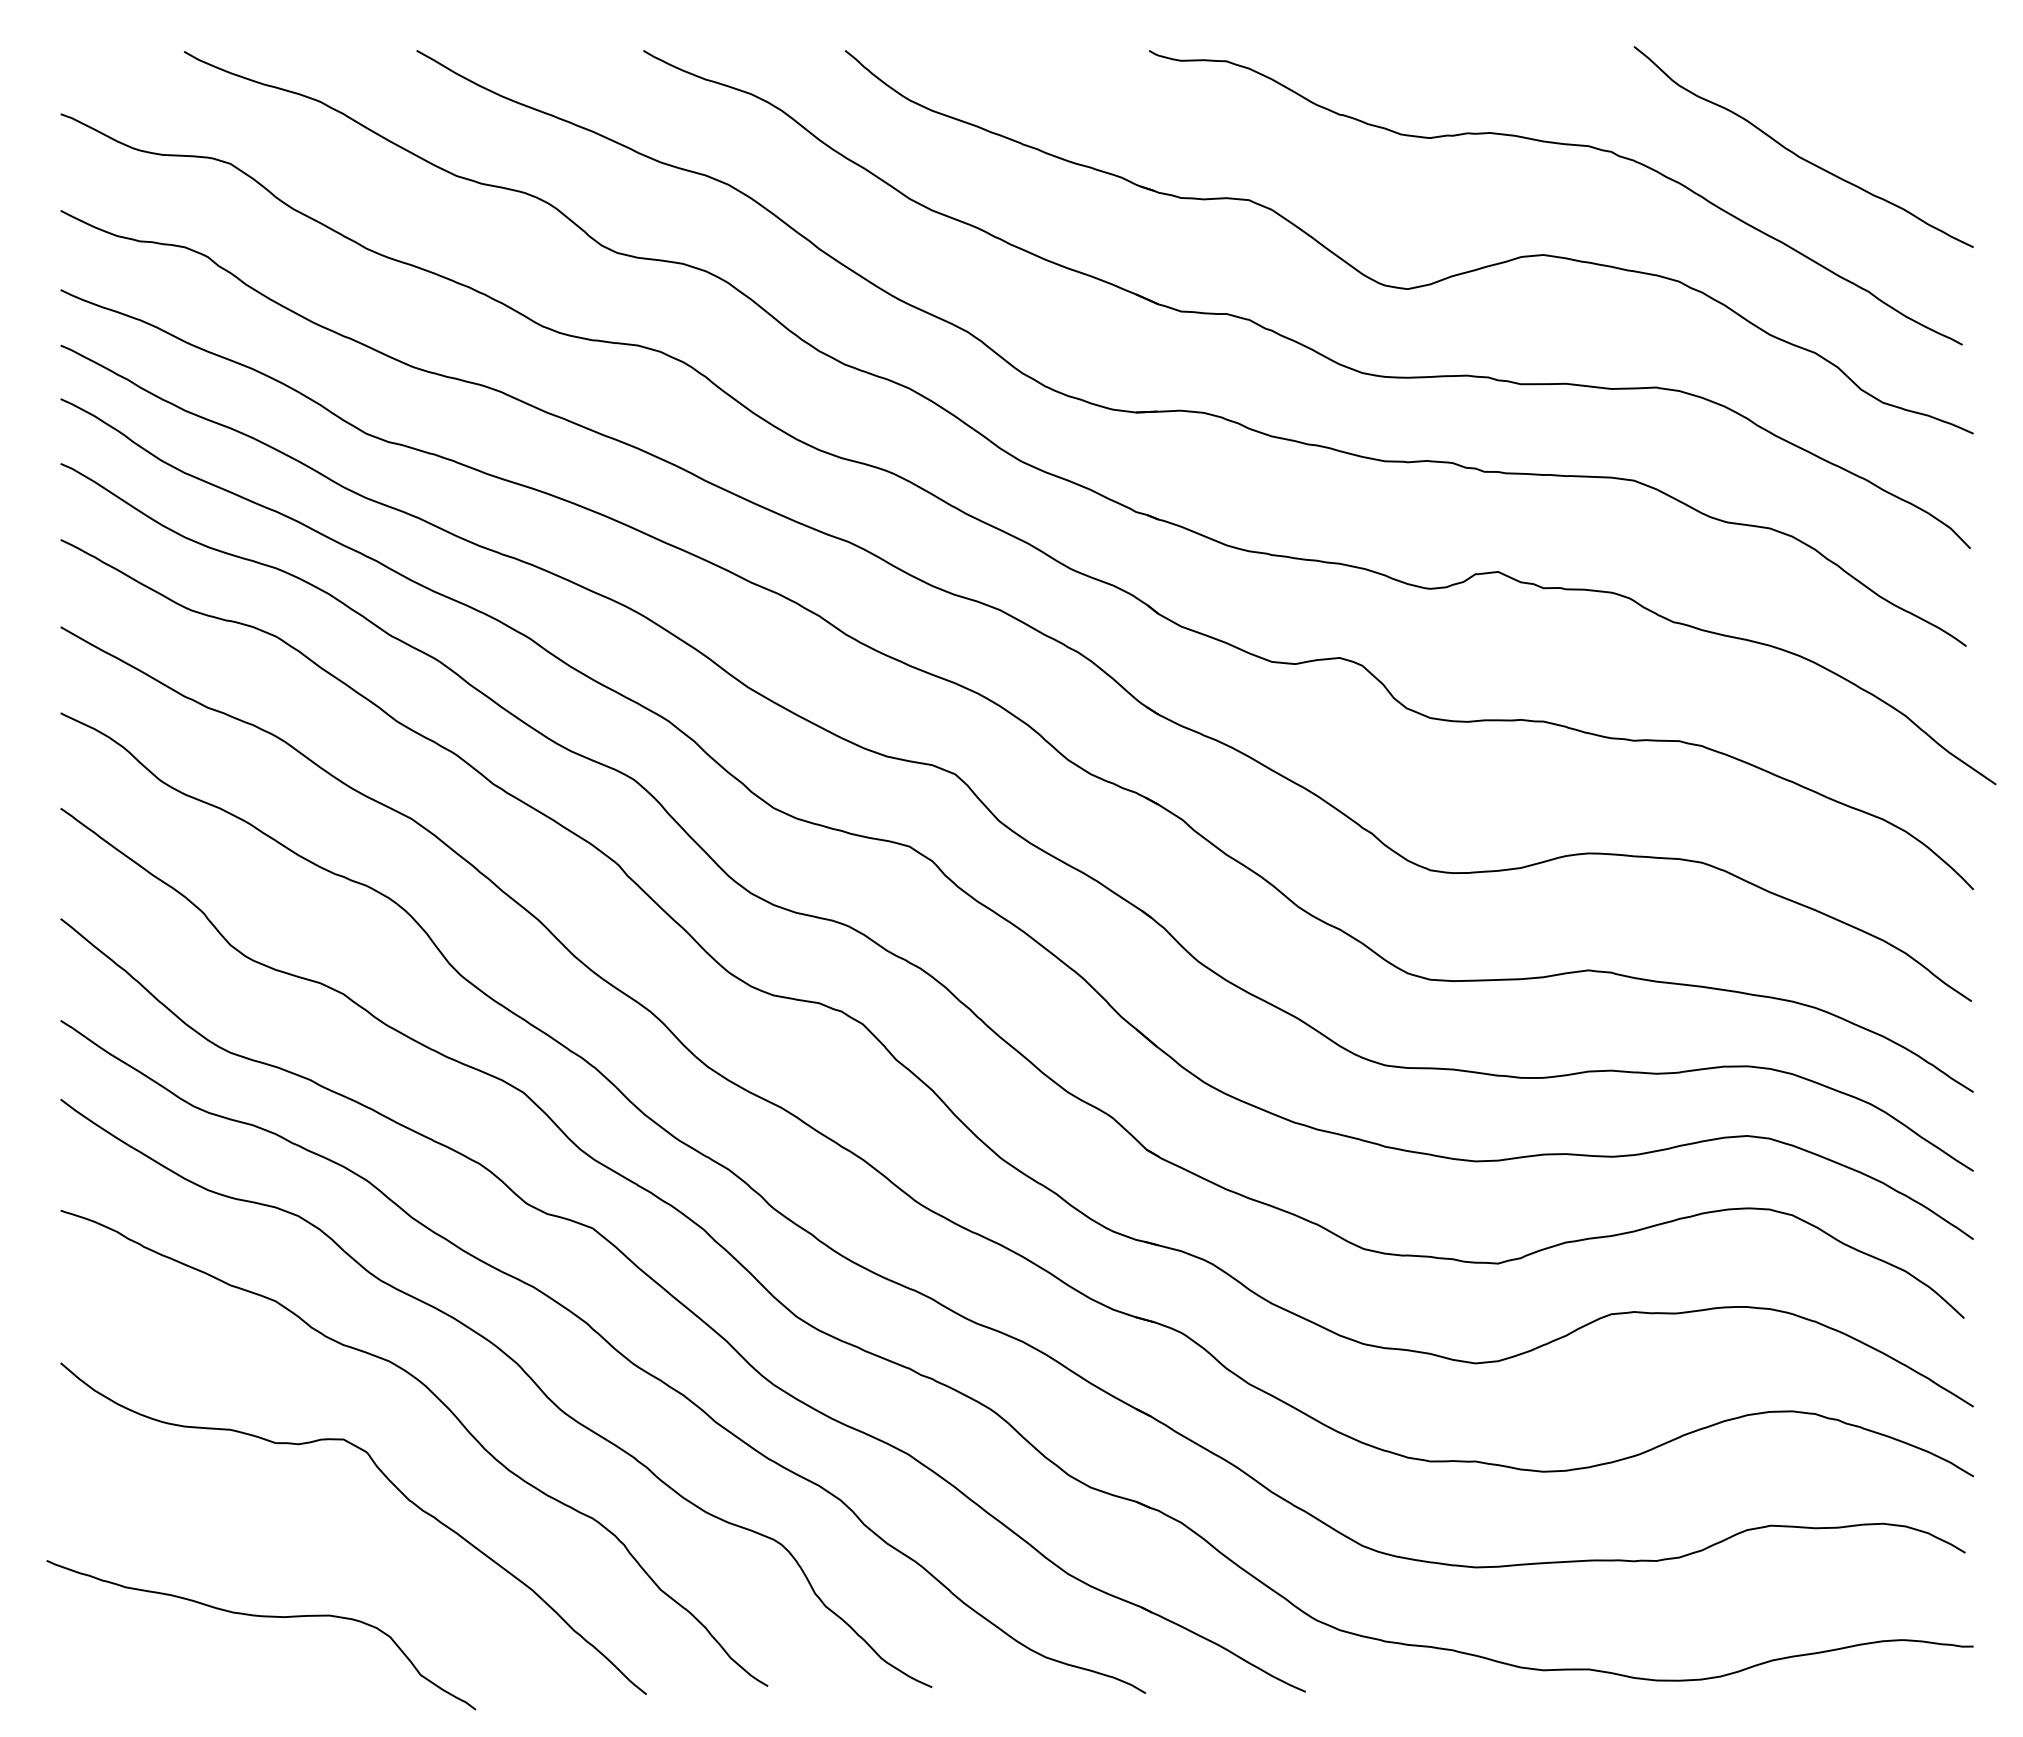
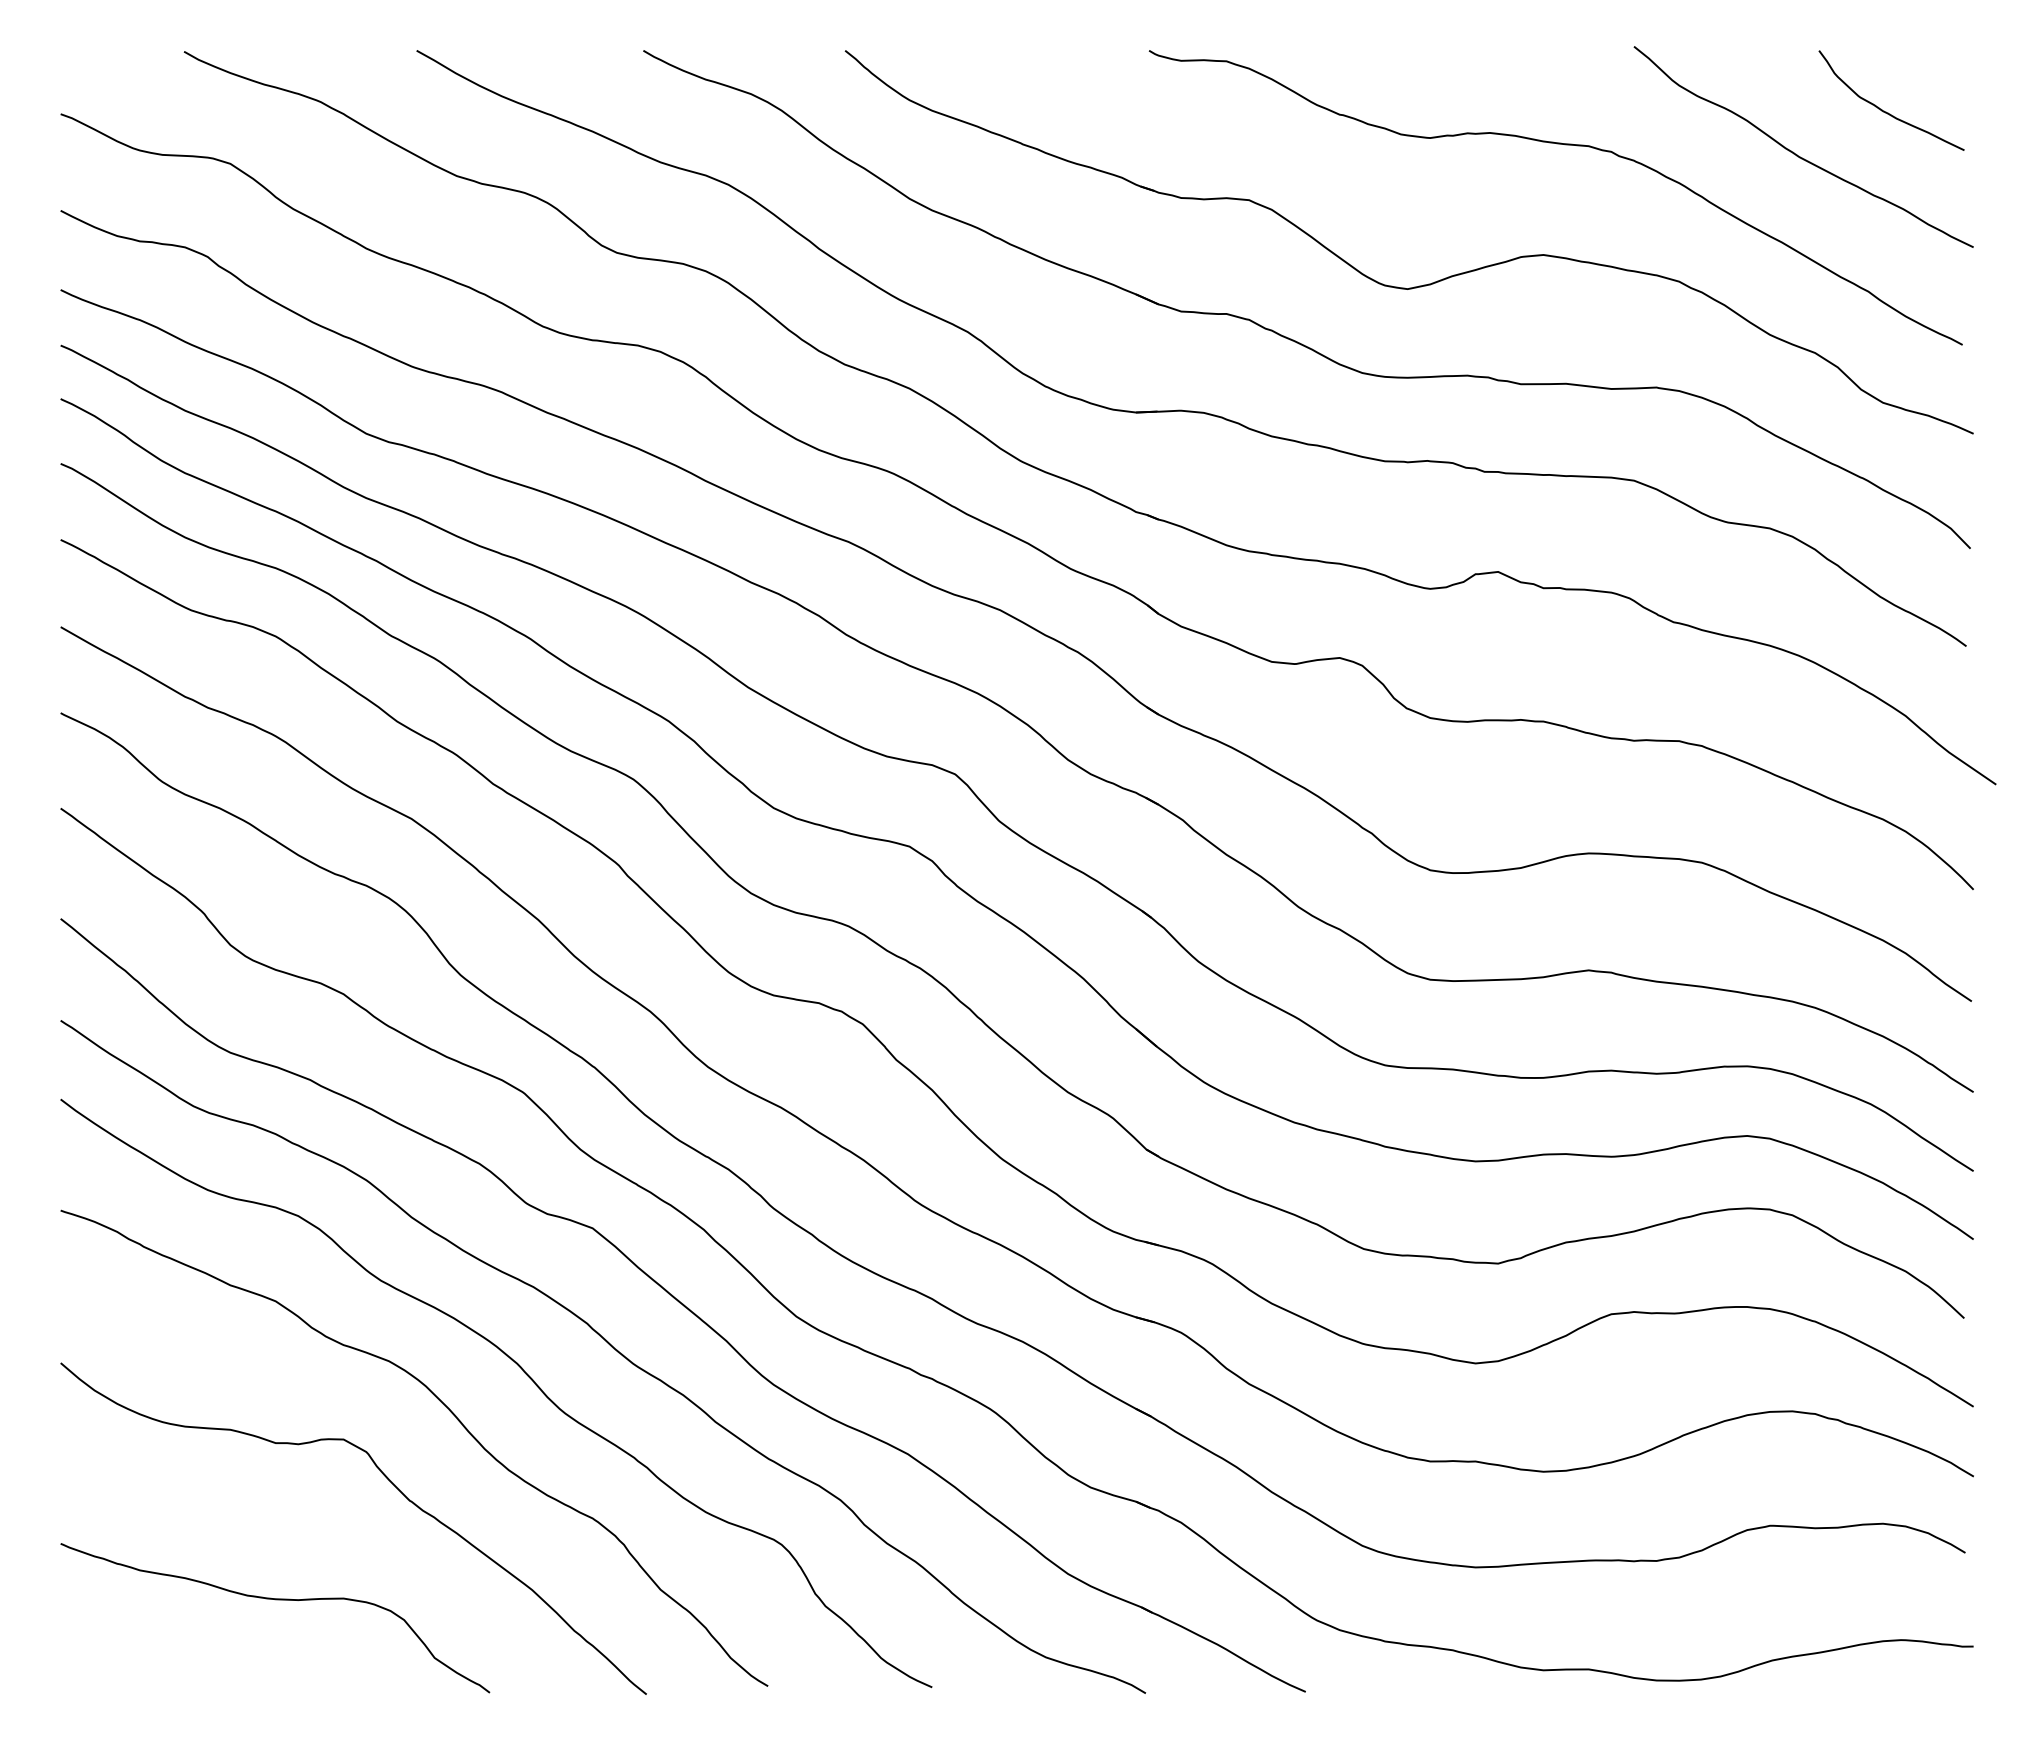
curve at (1886, 111): none -> present
curve at (261, 1617) position: (261, 1617) -> (275, 1600)
